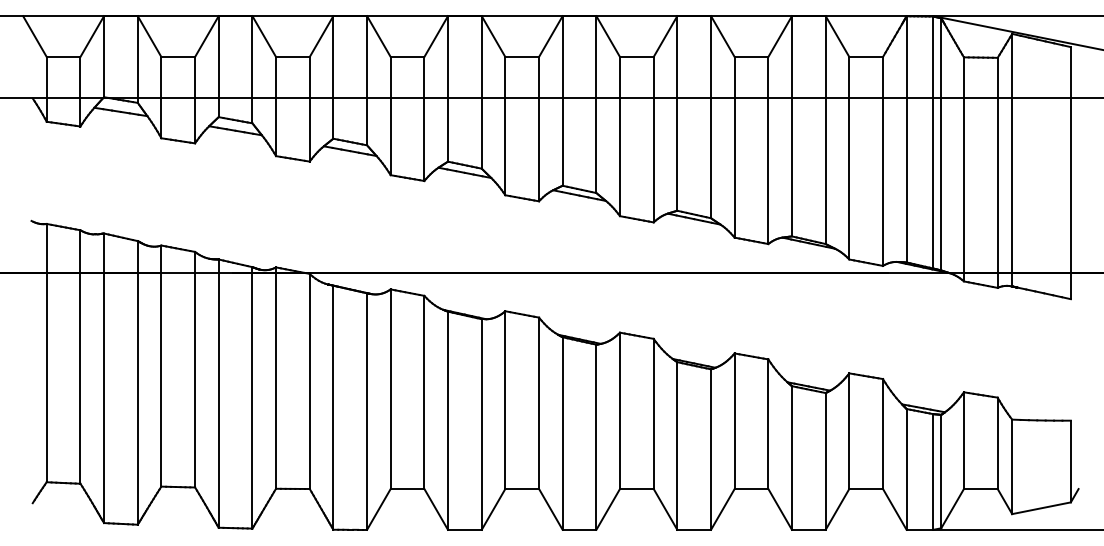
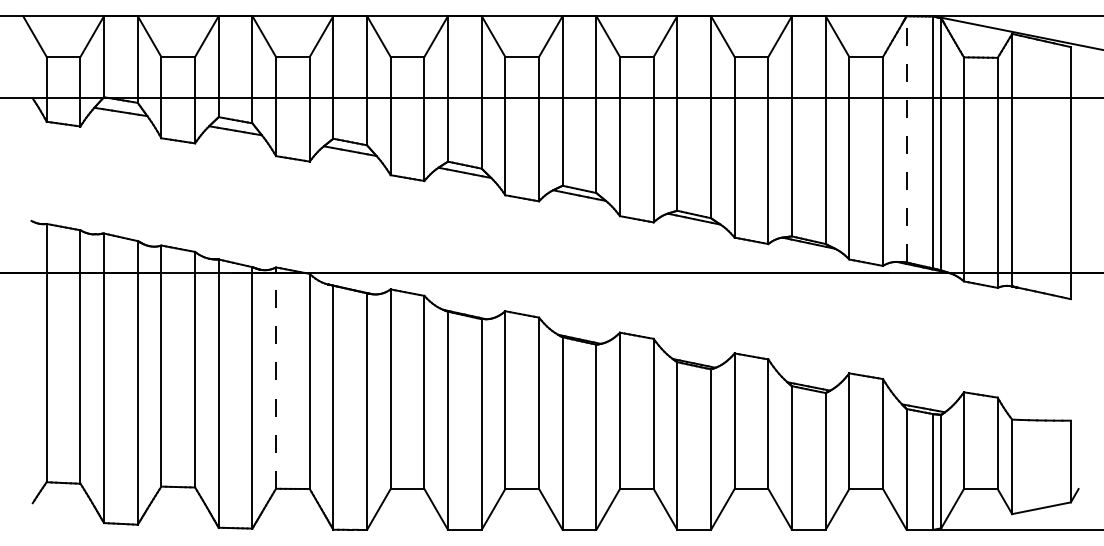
line at (906, 138): solid -> dashed
line at (276, 378): solid -> dashed
